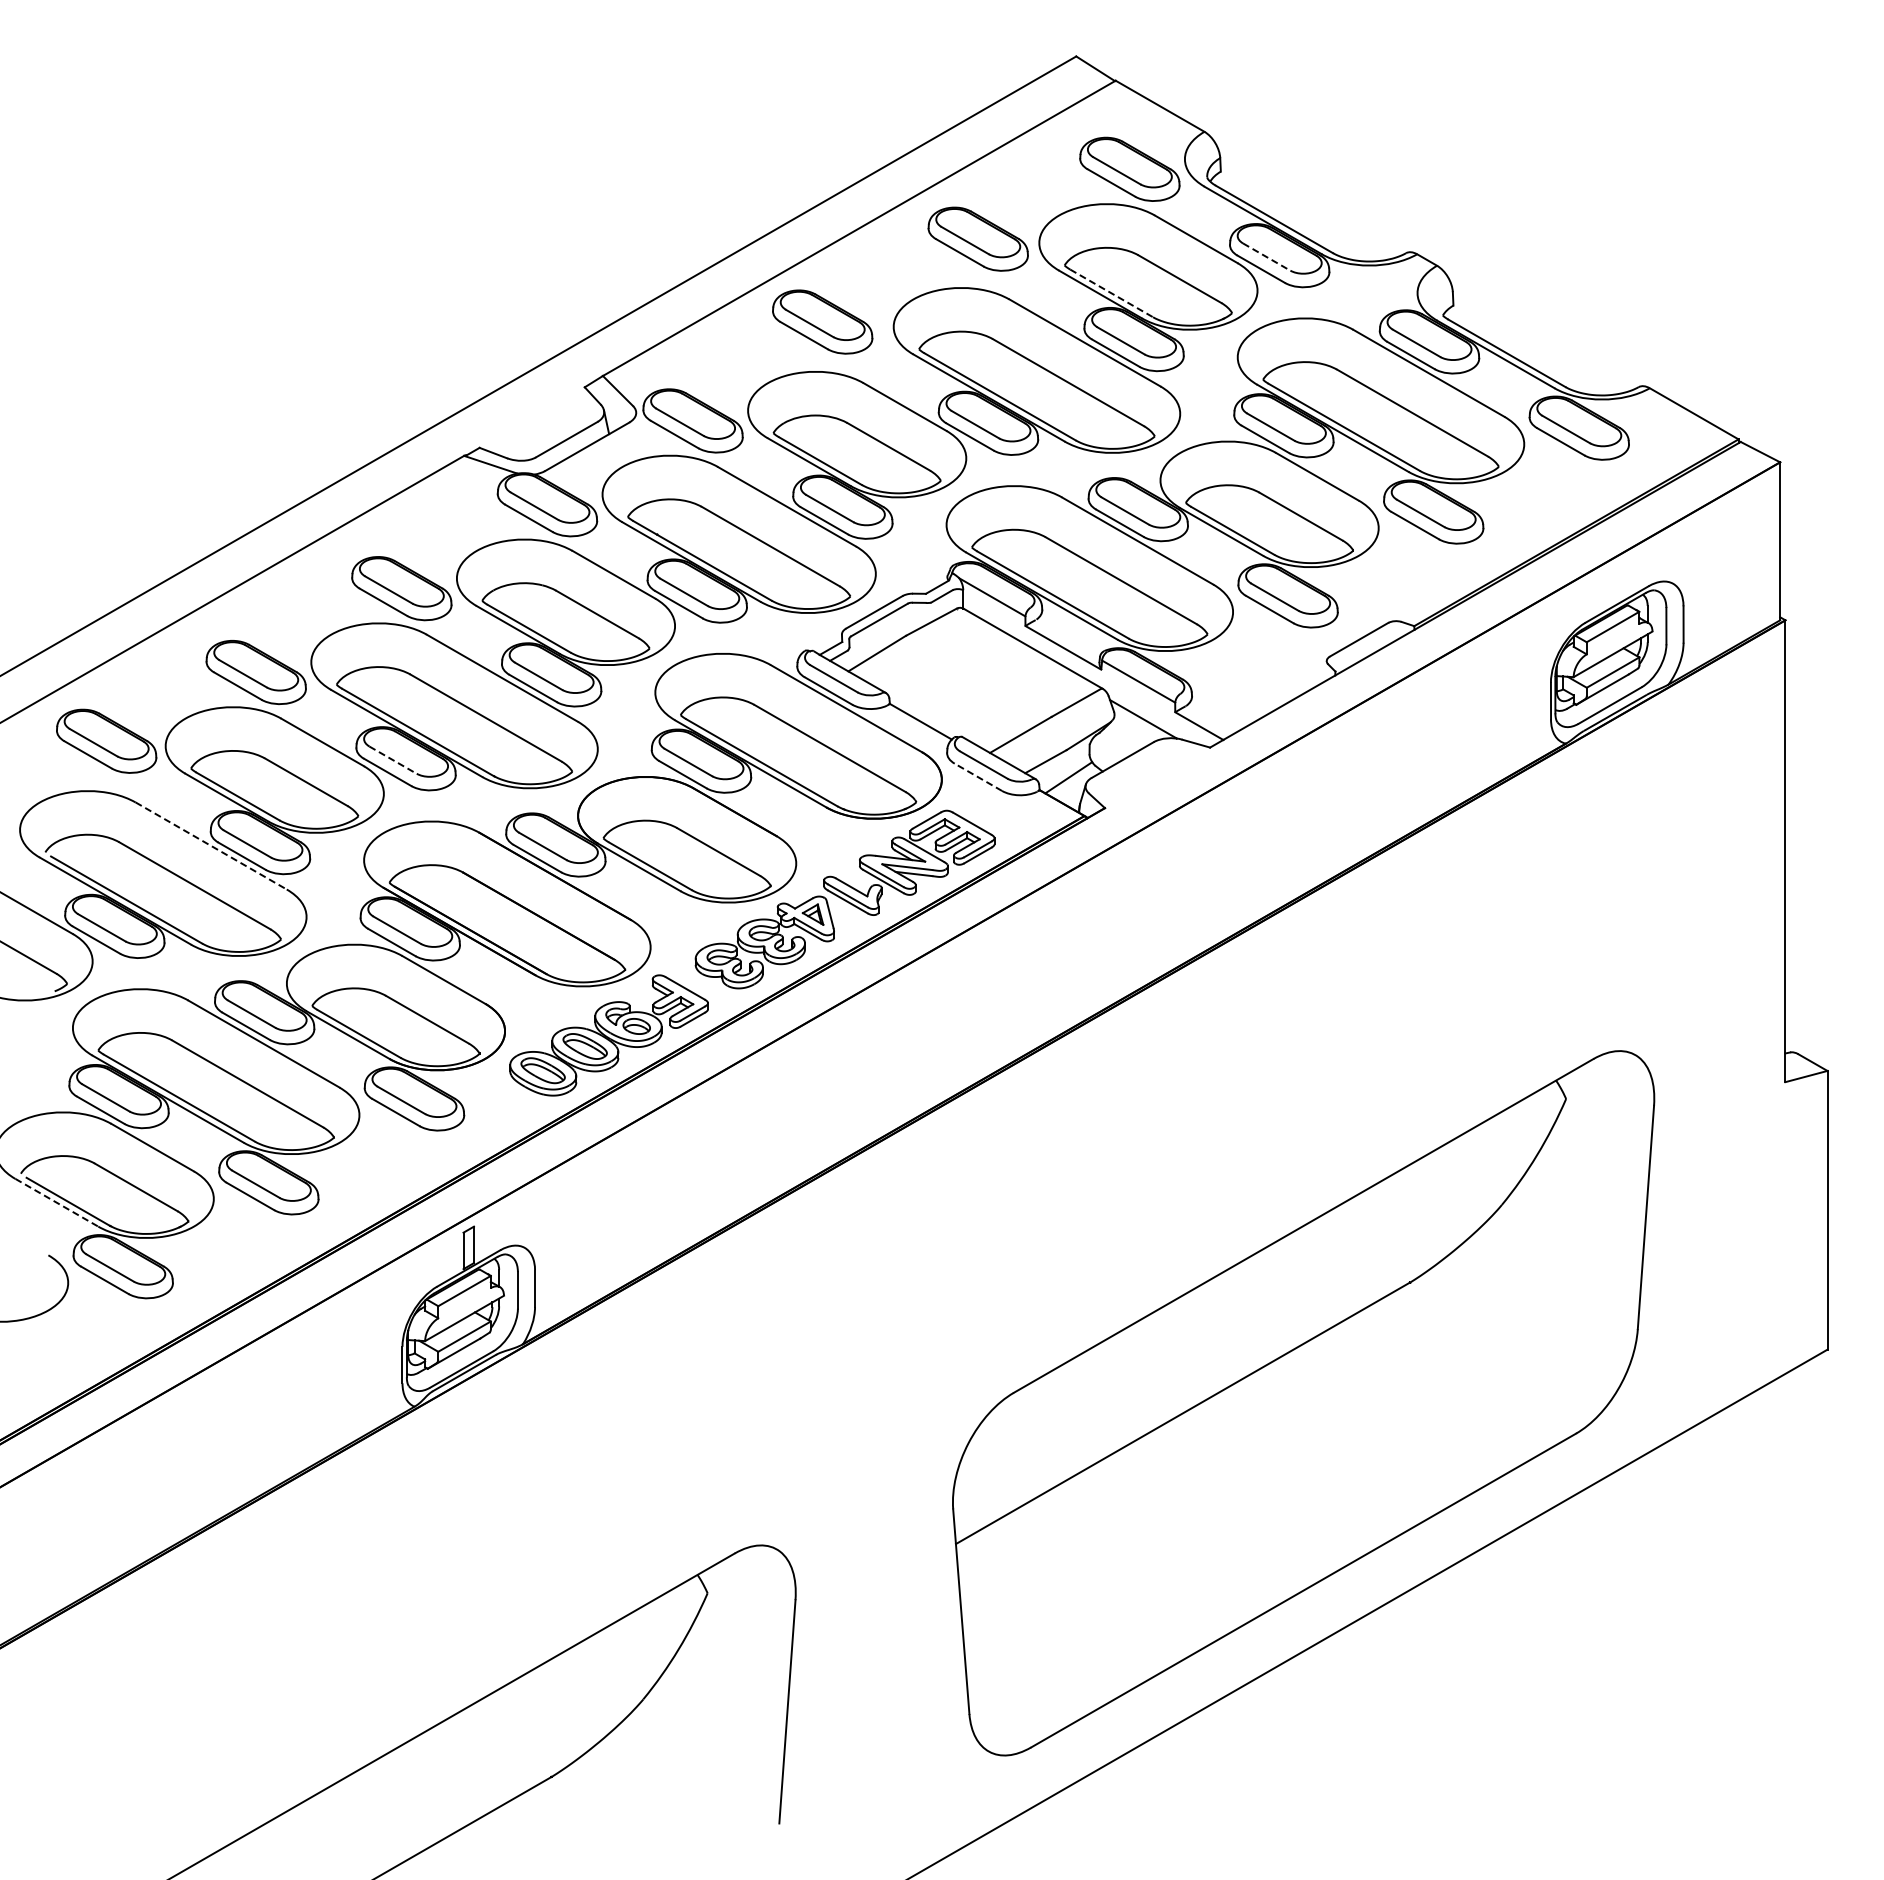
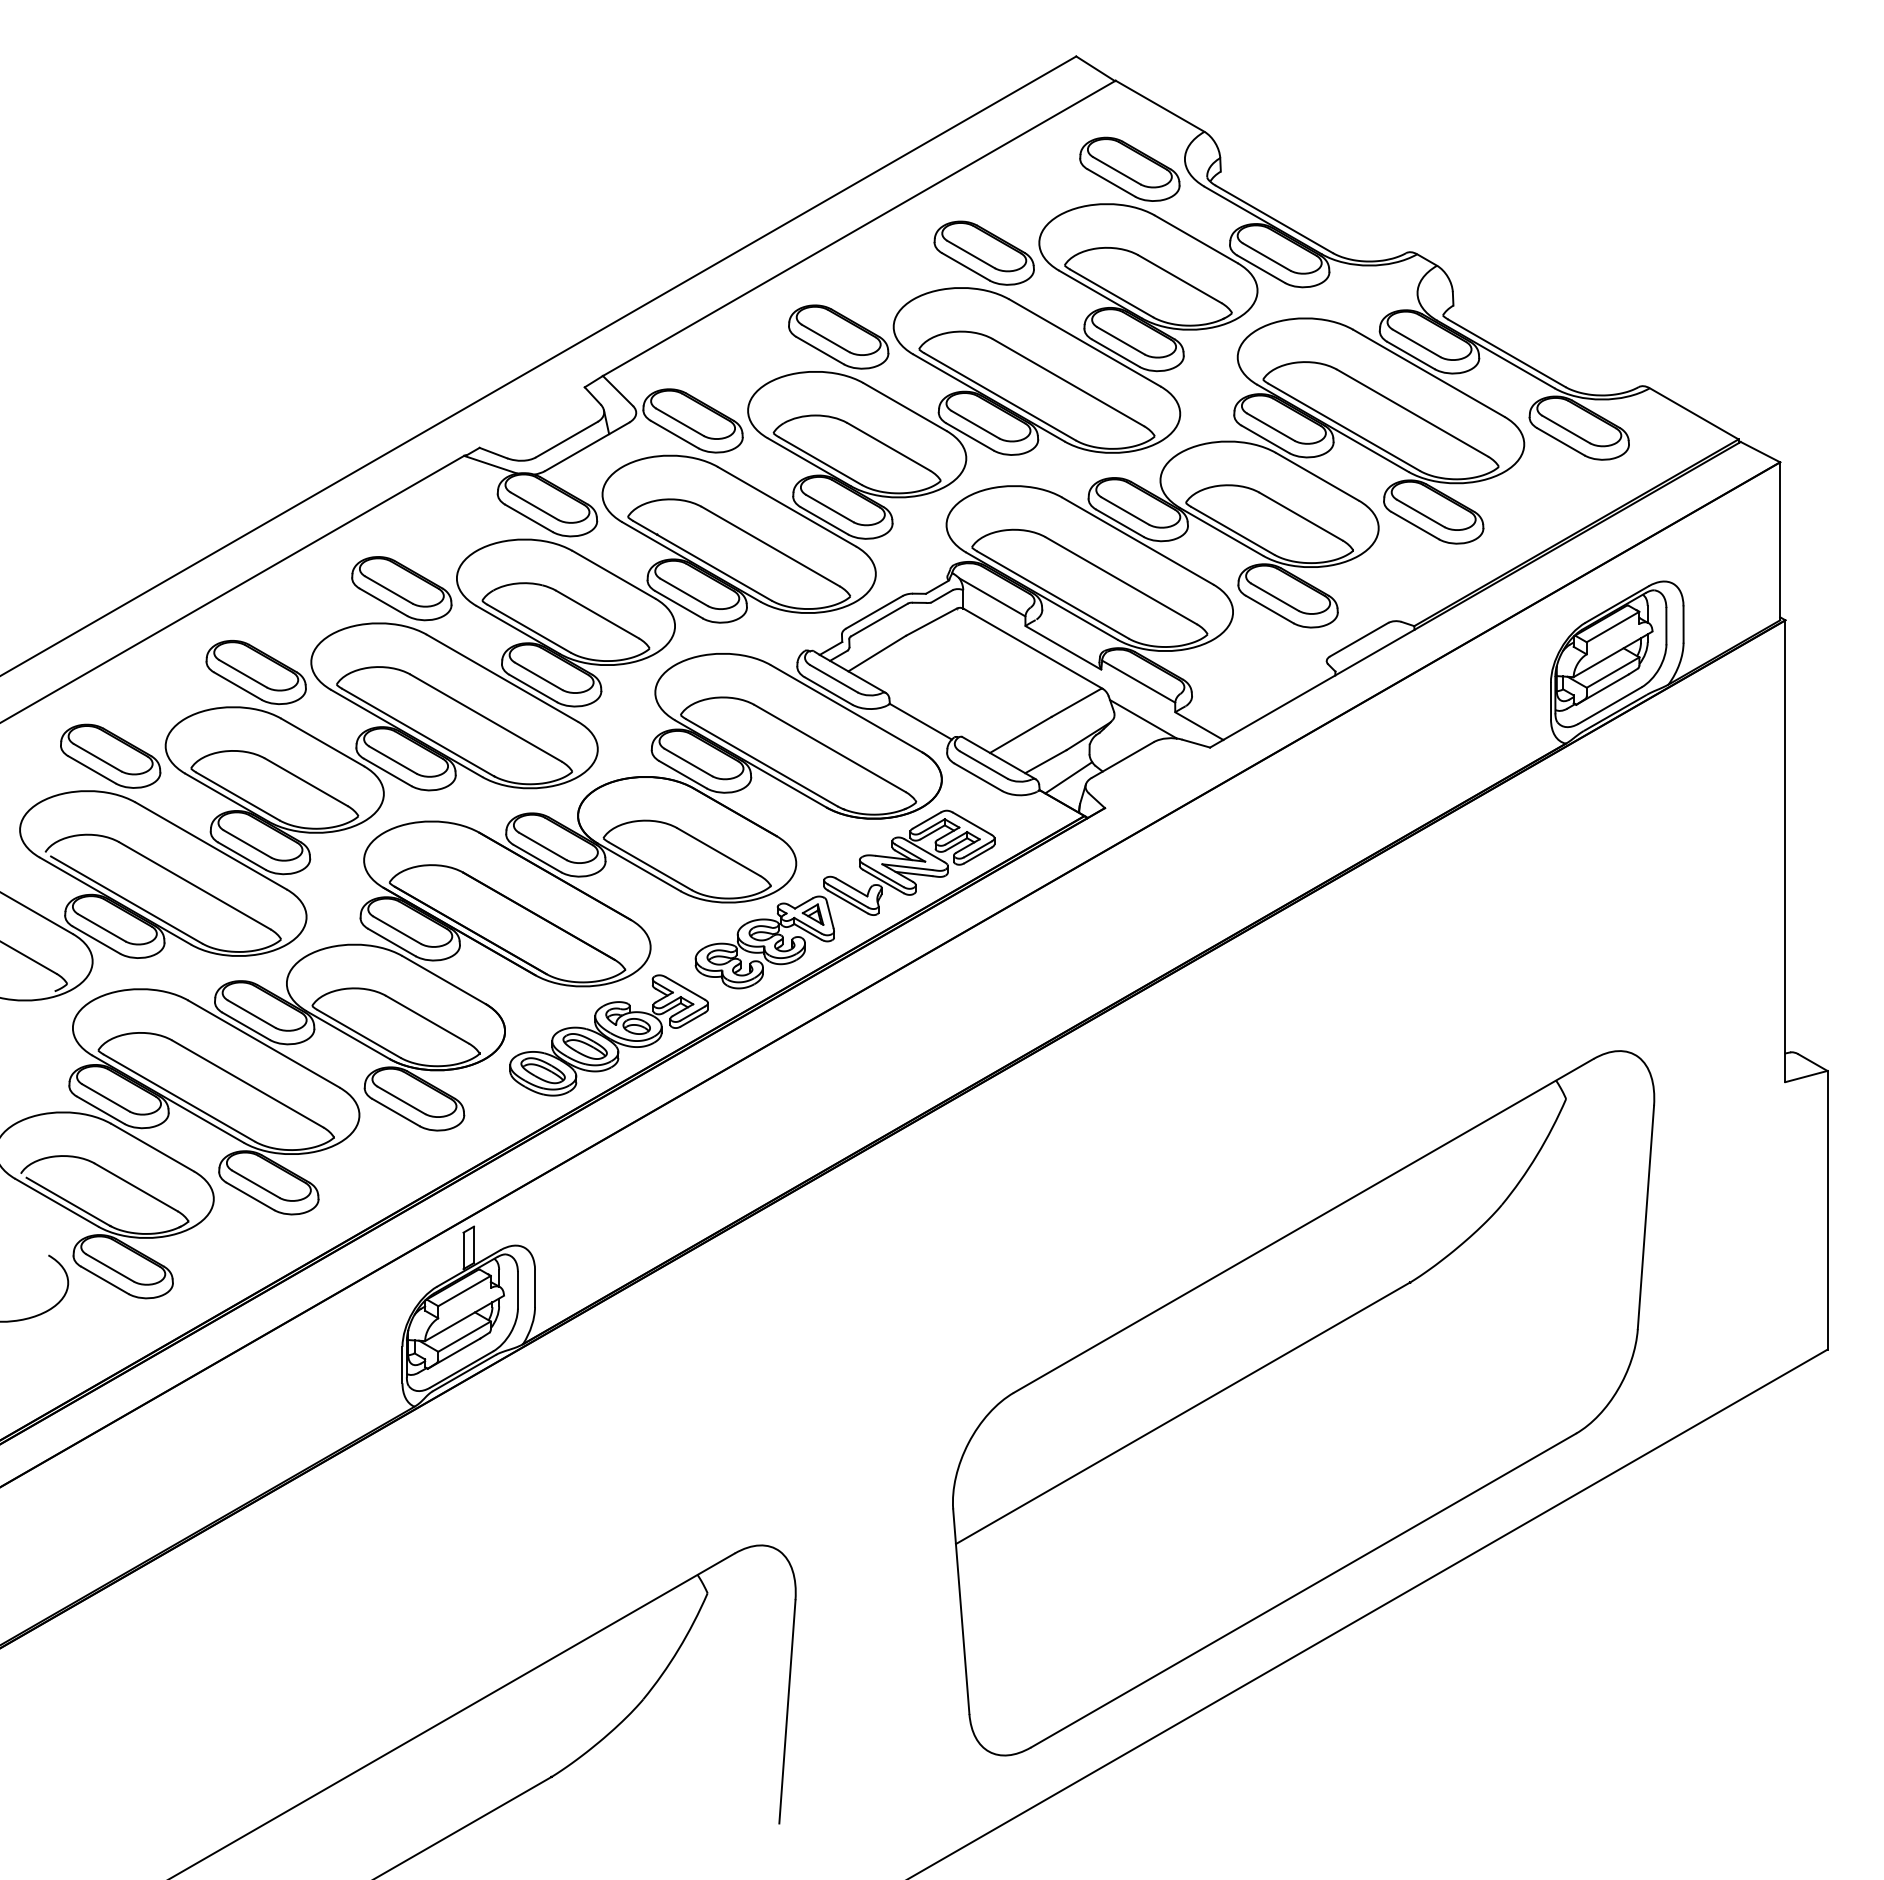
part at (977, 238) position: (977, 238) -> (983, 252)
line at (1267, 257): dashed -> solid
line at (1111, 293): dashed -> solid
part at (822, 321) position: (822, 321) -> (838, 336)
part at (106, 740) position: (106, 740) -> (110, 755)
line at (393, 760): dashed -> solid
line at (977, 777): dashed -> solid
line at (211, 846): dashed -> solid
line at (56, 1202): dashed -> solid
